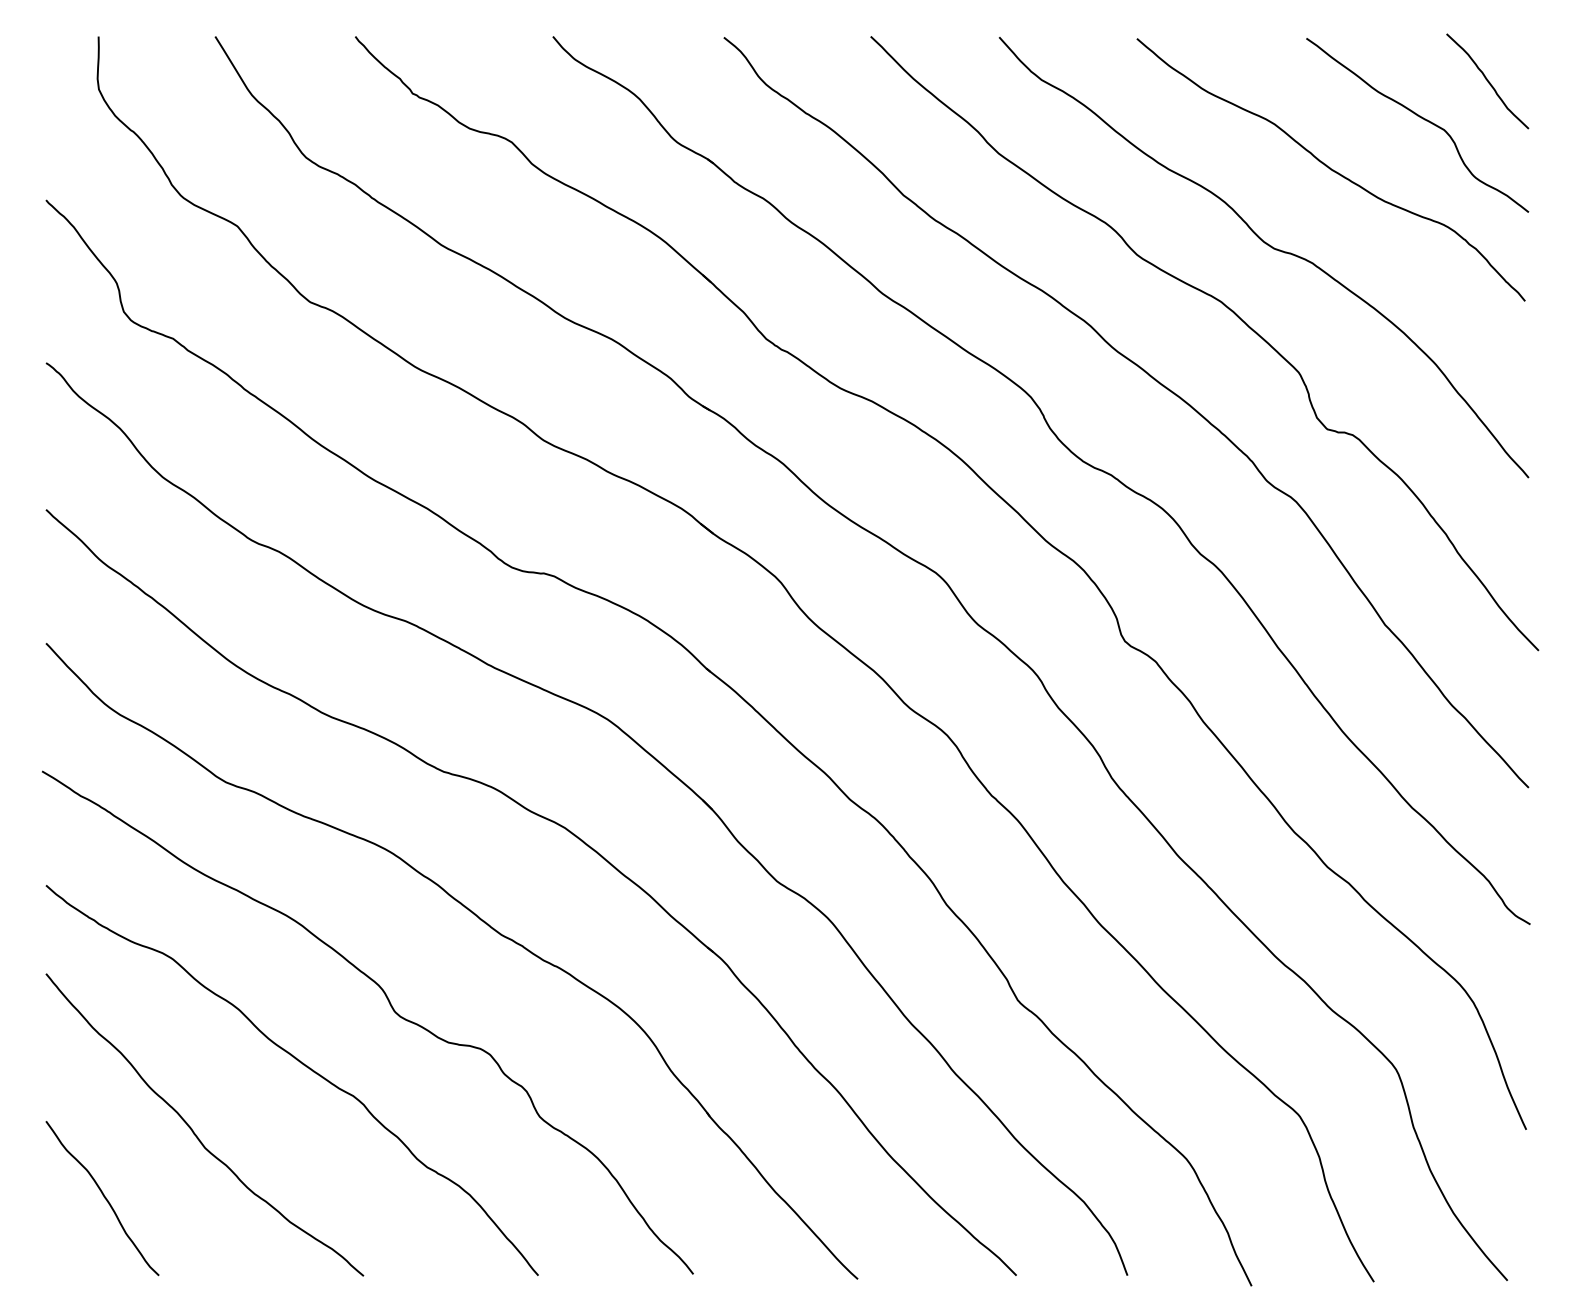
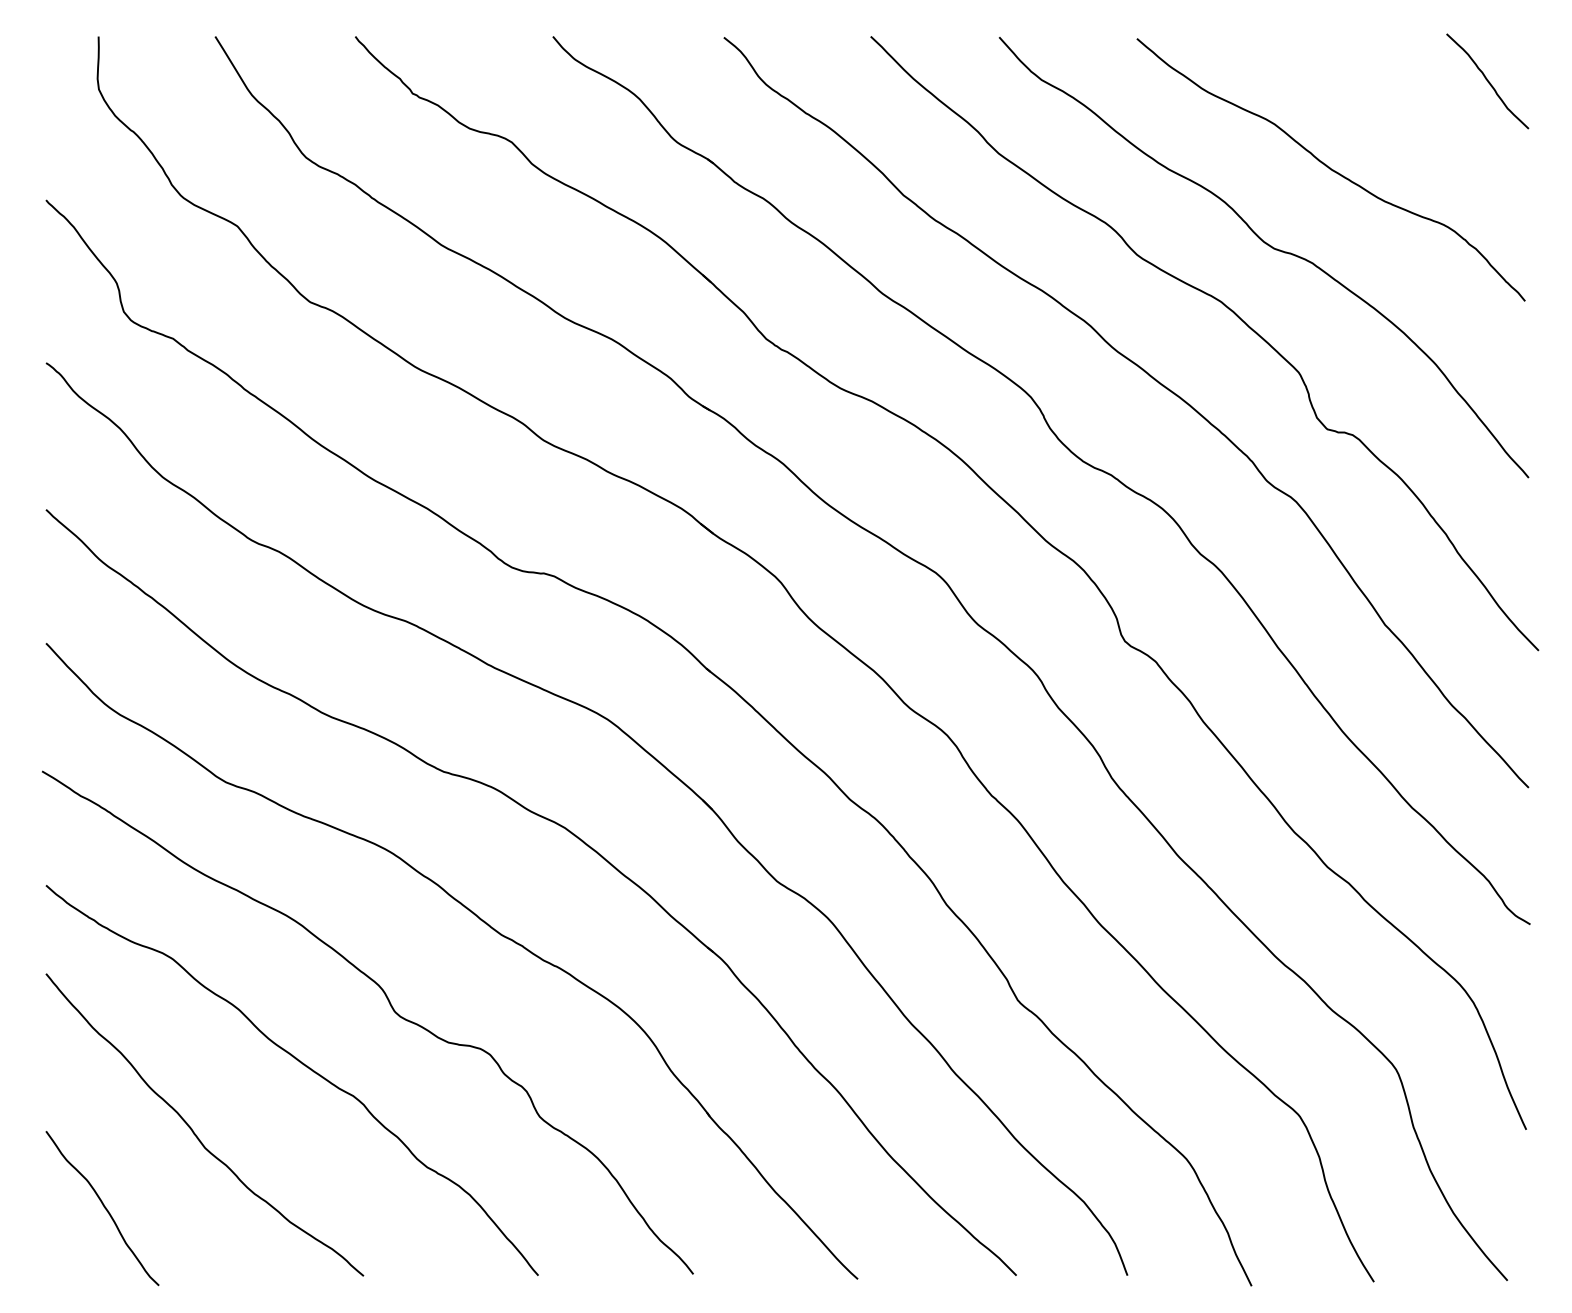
curve at (1422, 119): present -> none
curve at (104, 1198) position: (104, 1198) -> (104, 1208)
